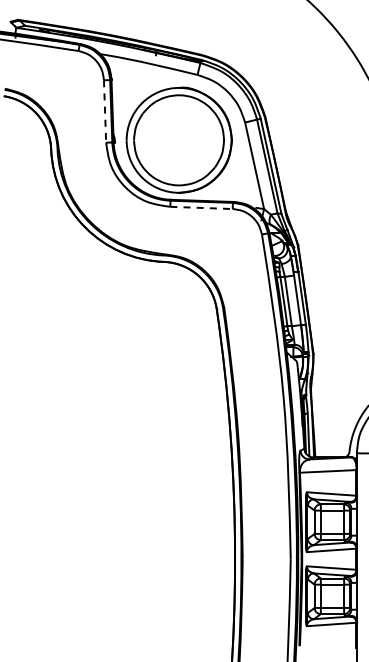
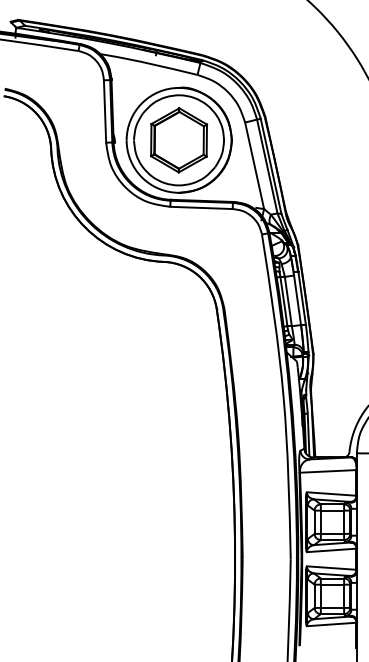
line at (105, 111): dashed -> solid
part at (179, 140): none -> present
line at (202, 207): dashed -> solid
